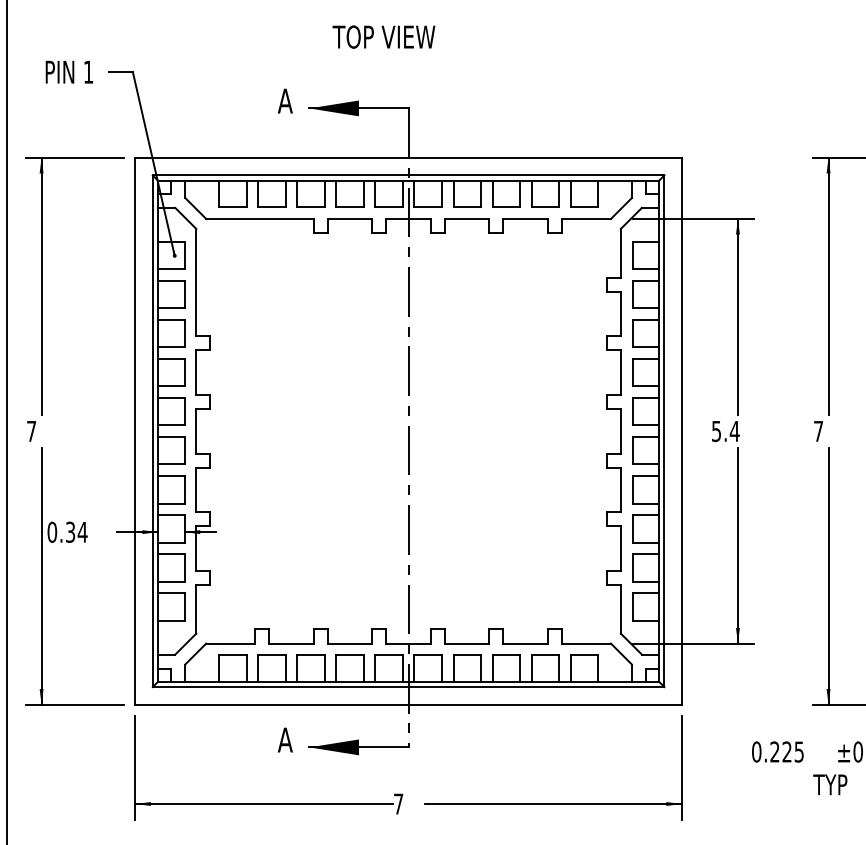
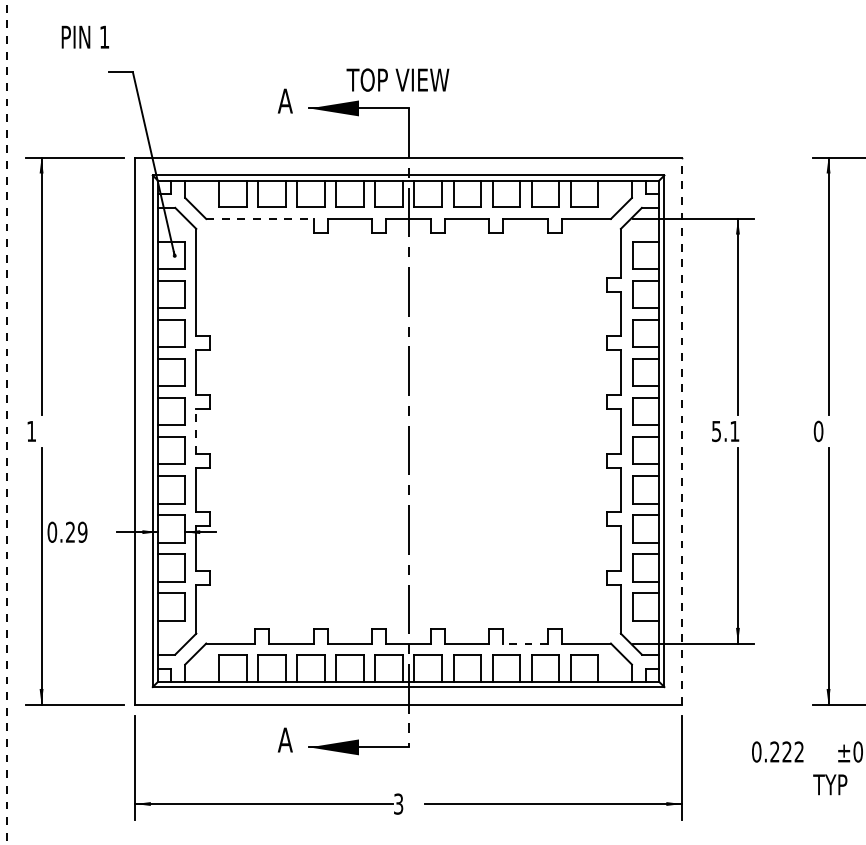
text at (383, 36) position: (383, 36) -> (397, 79)
text at (68, 71) position: (68, 71) -> (84, 36)
line at (259, 218): solid -> dashed
line at (6, 422): solid -> dashed
line at (196, 430): solid -> dashed
line at (681, 430): solid -> dashed
text at (31, 431): 7 -> 1
text at (734, 431): 5.4 -> 5.1
text at (818, 431): 7 -> 0
text at (76, 531): 0.34 -> 0.29
line at (525, 643): solid -> dashed
text at (798, 751): 0.225 -> 0.222
text at (398, 803): 7 -> 3
